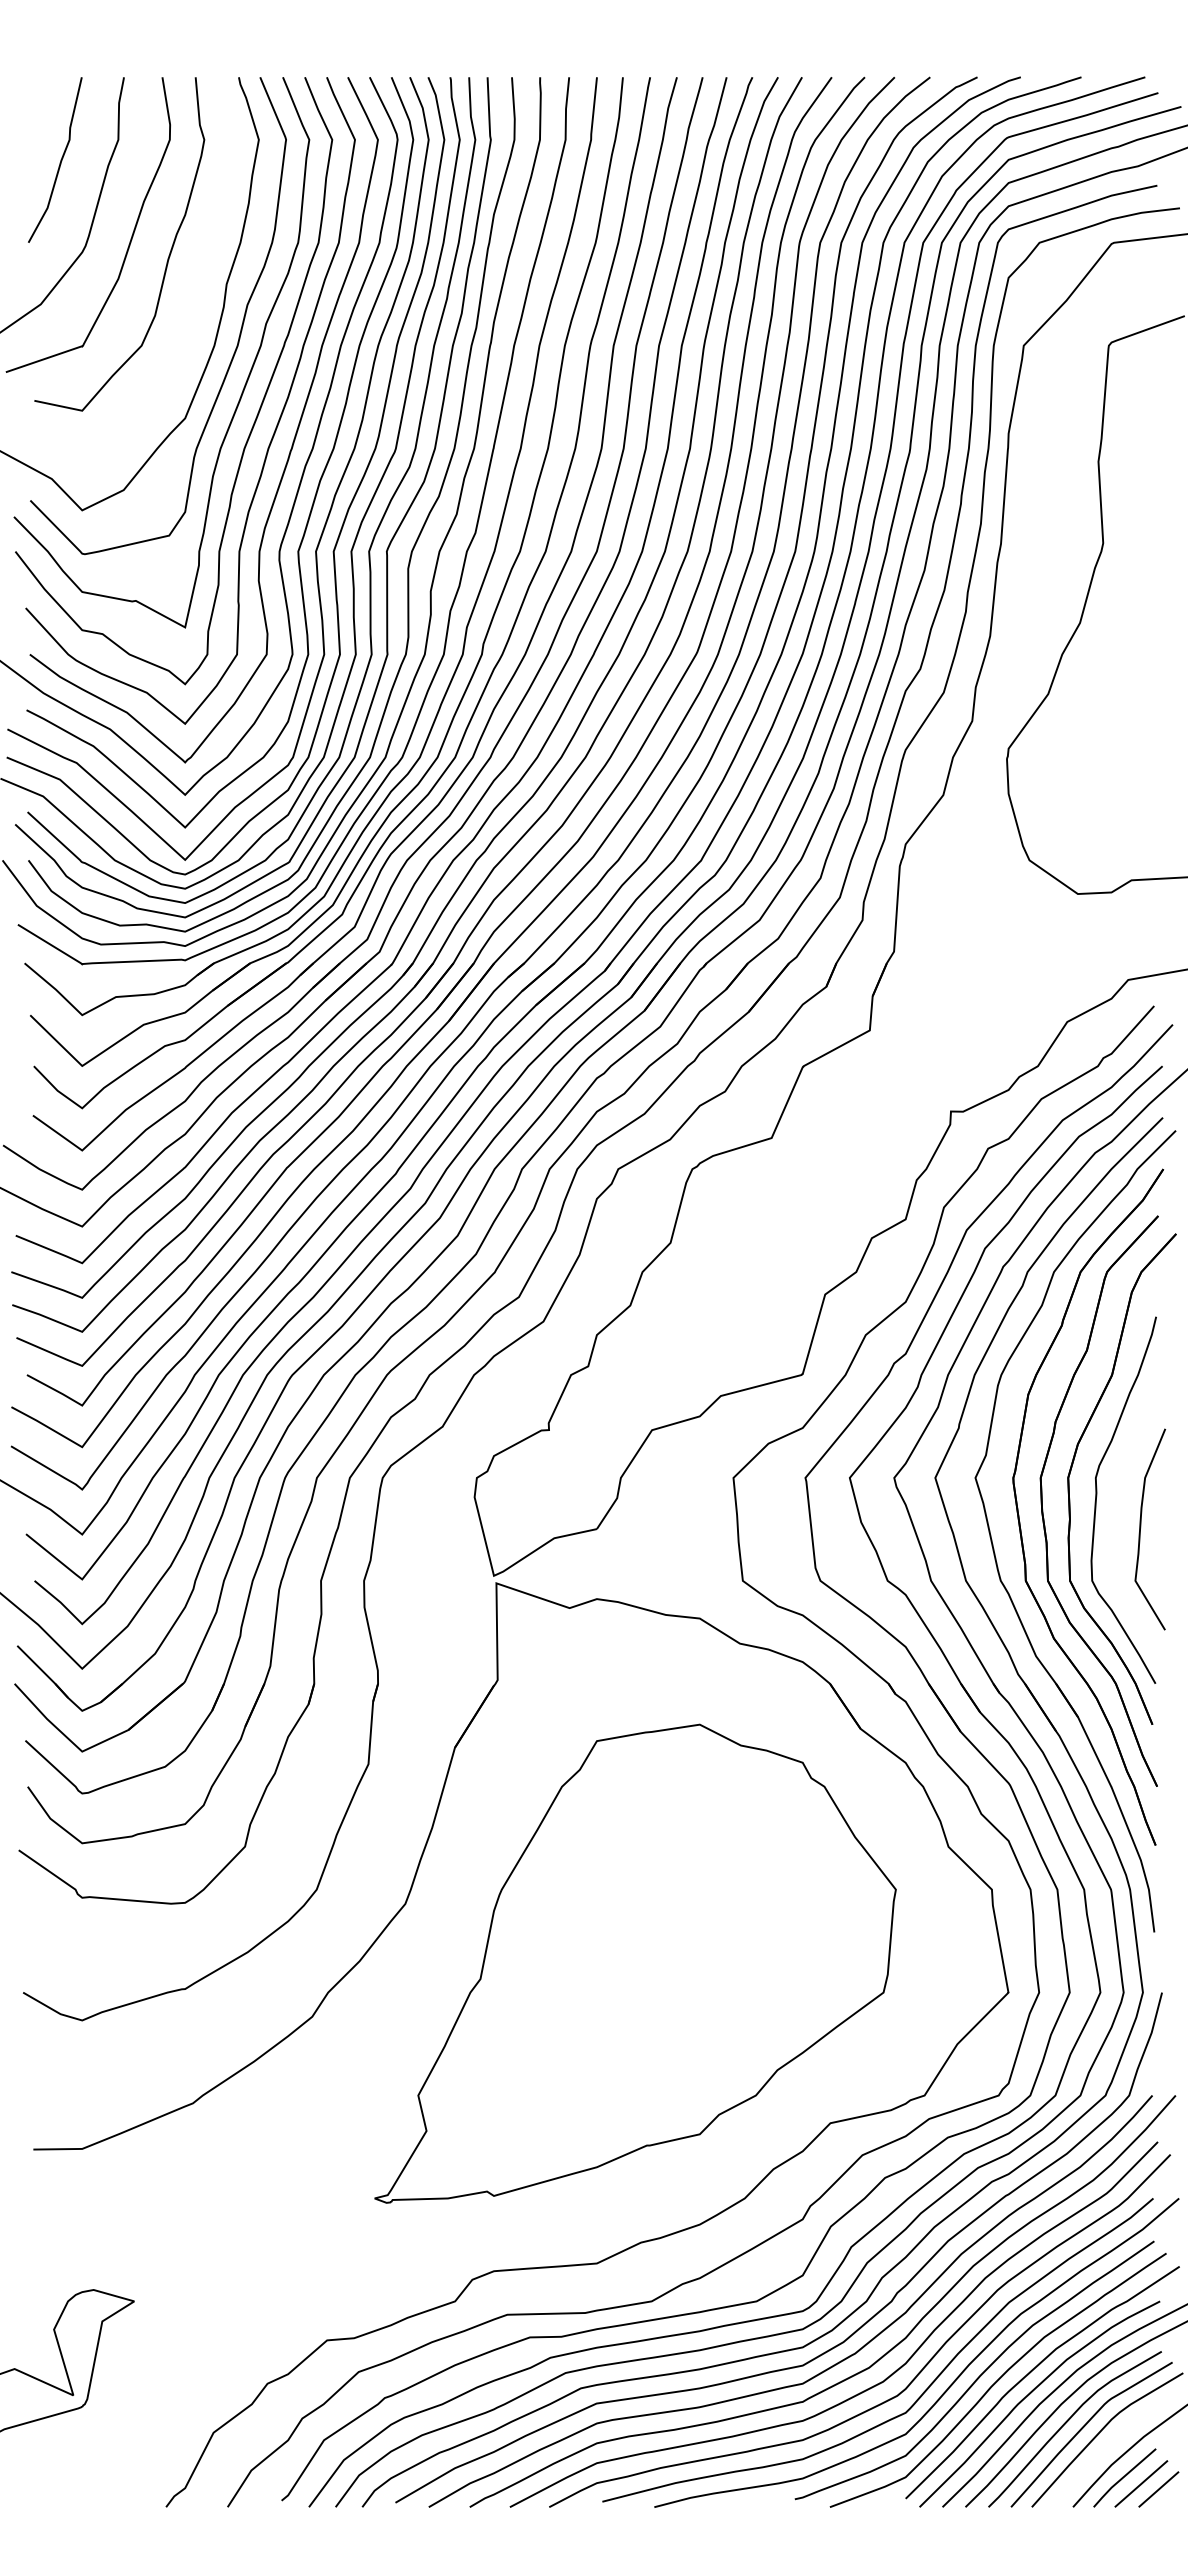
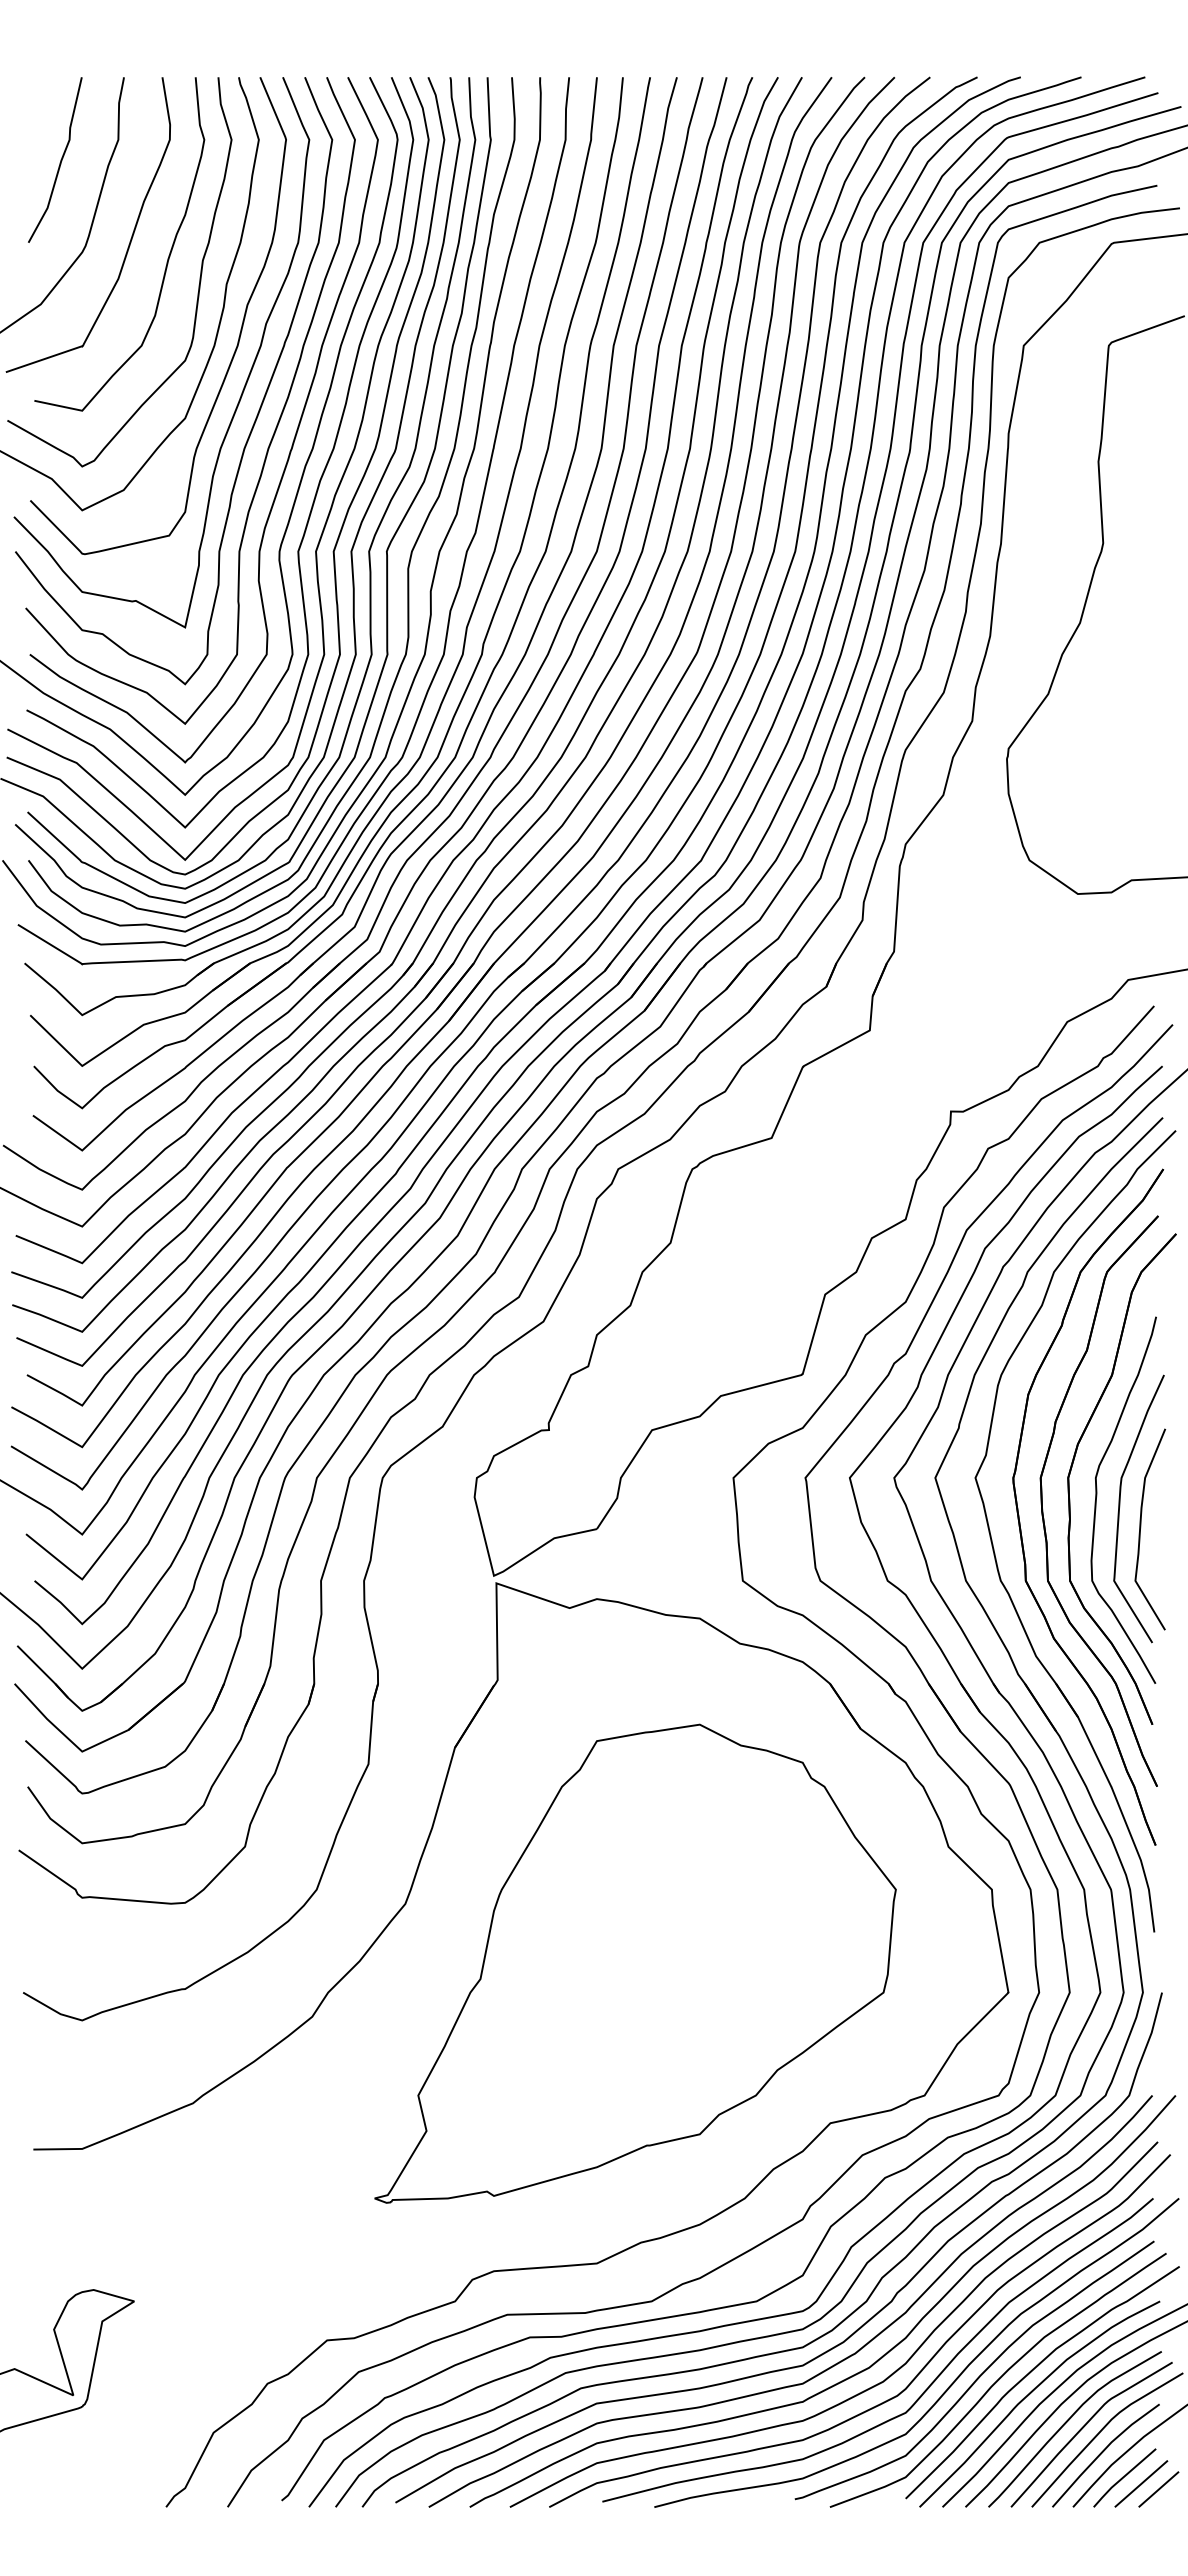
curve at (198, 285): none -> present
curve at (1120, 1506): none -> present
line at (1103, 2452): none -> present
